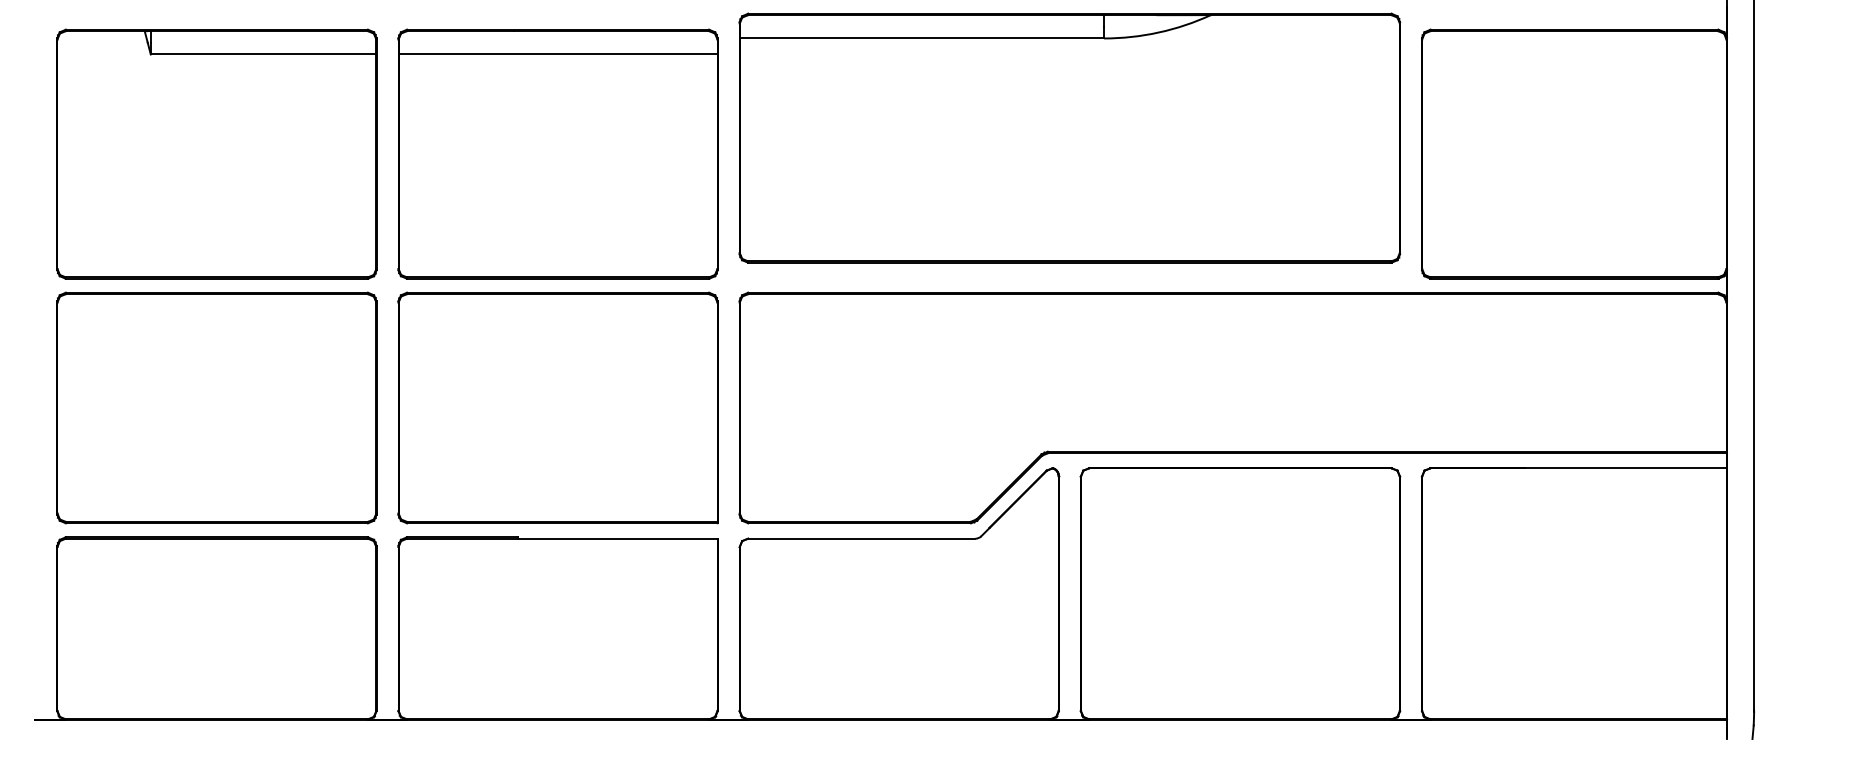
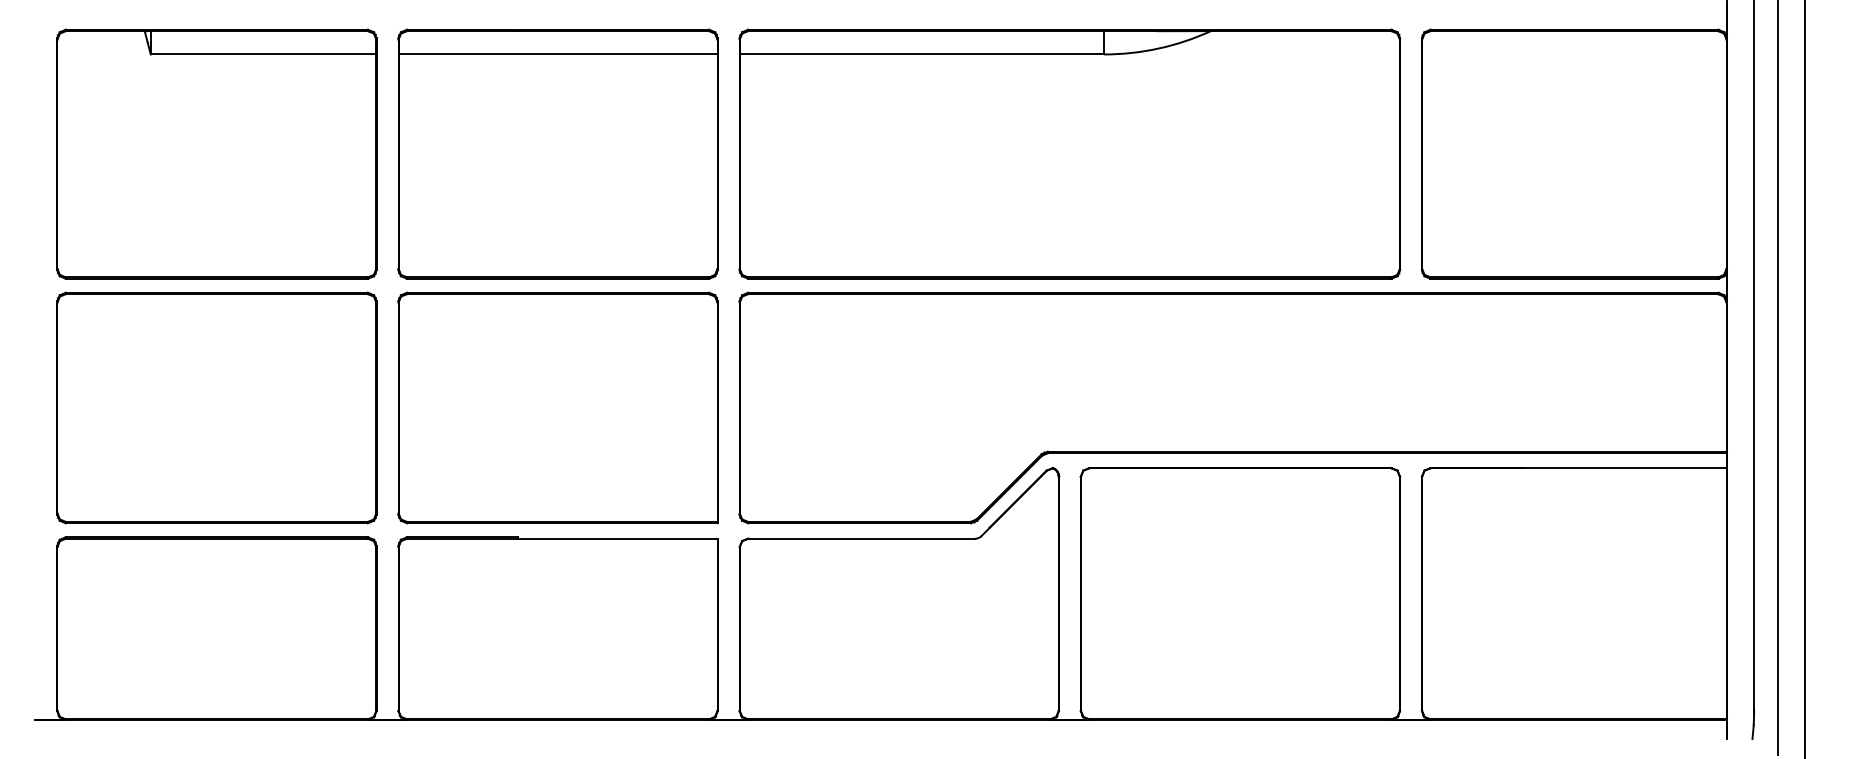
part at (1069, 137) position: (1069, 137) -> (1069, 153)
line at (1778, 378): none -> present
line at (1805, 378): none -> present
